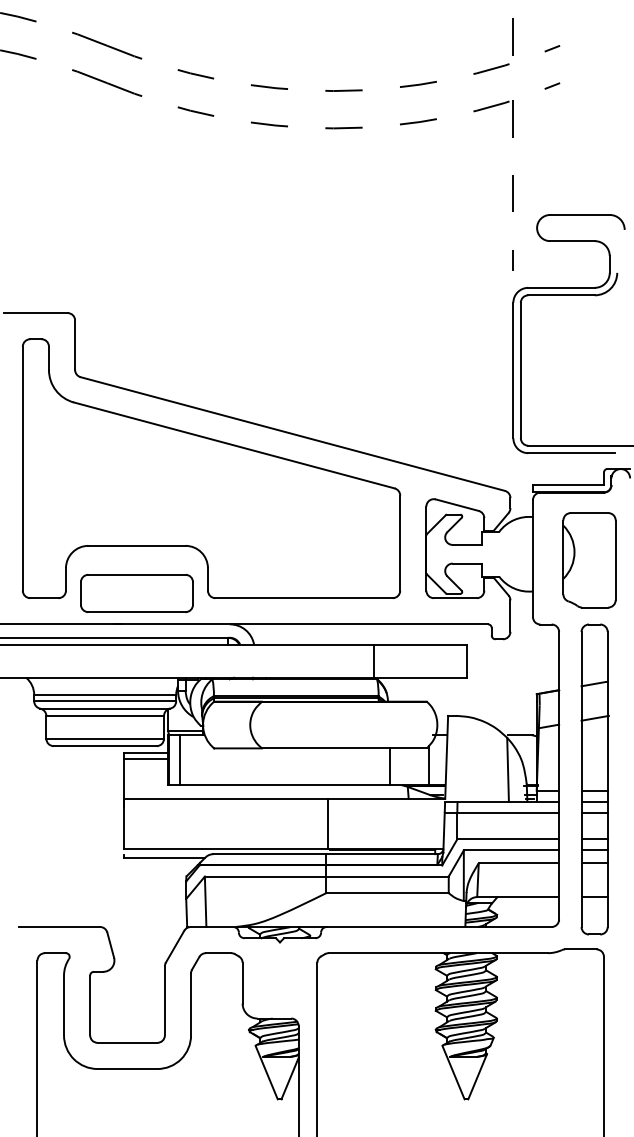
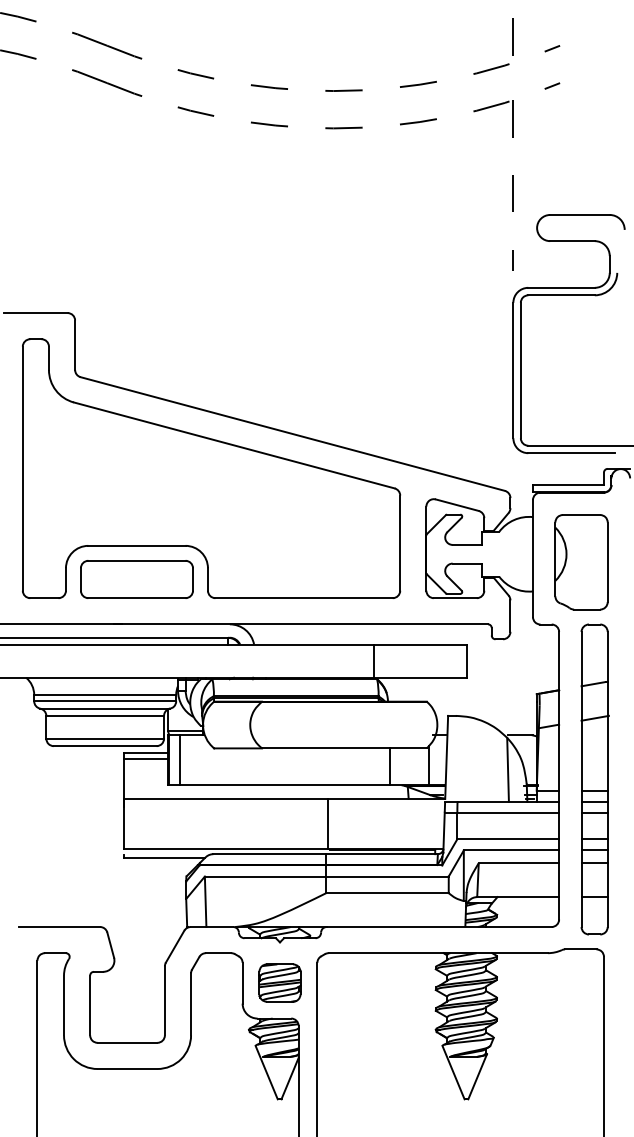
part at (589, 560) position: (589, 560) -> (581, 562)
part at (136, 593) position: (136, 593) -> (136, 579)
part at (279, 982): none -> present
